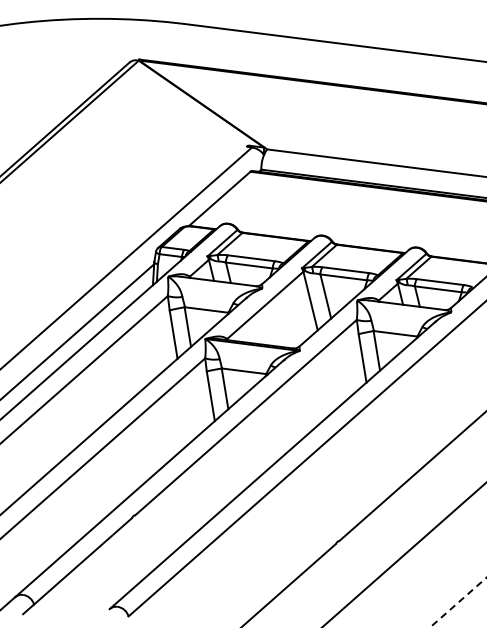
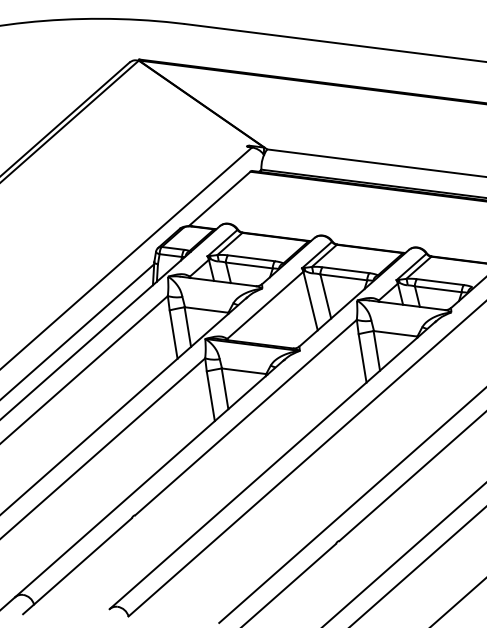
line at (351, 506): none -> present
line at (417, 566): none -> present
line at (458, 602): dashed -> solid
